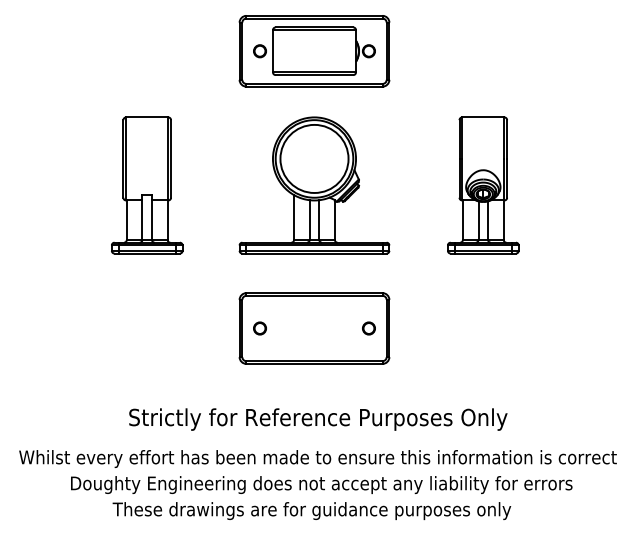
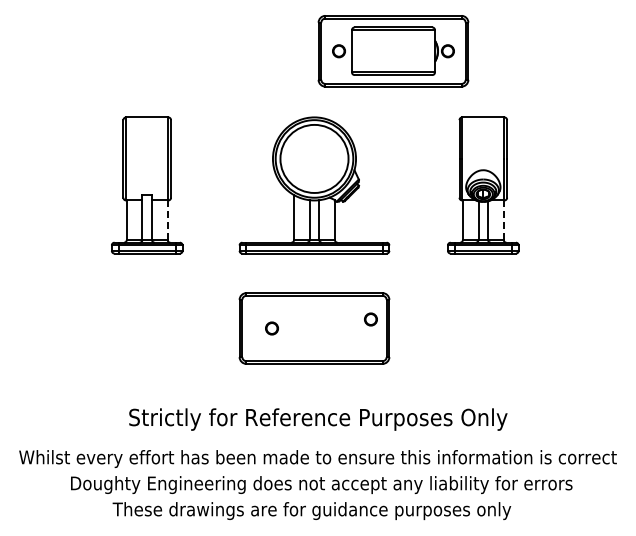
part at (314, 51) position: (314, 51) -> (393, 51)
line at (167, 220): solid -> dashed
line at (503, 220): solid -> dashed
circle at (259, 328) position: (259, 328) -> (271, 328)
circle at (368, 328) position: (368, 328) -> (370, 319)
